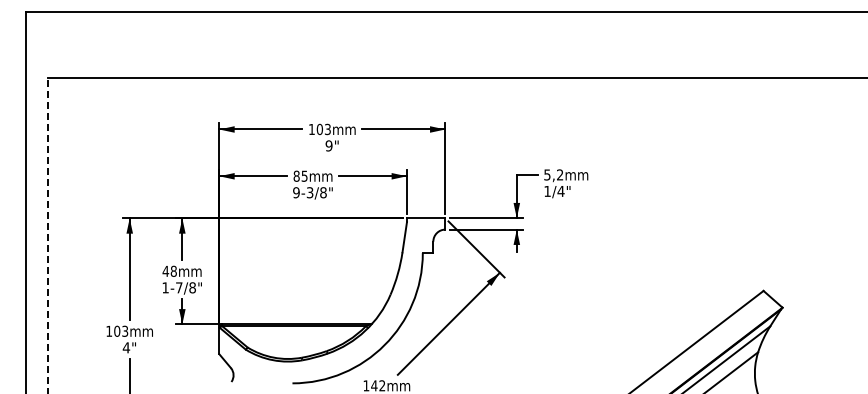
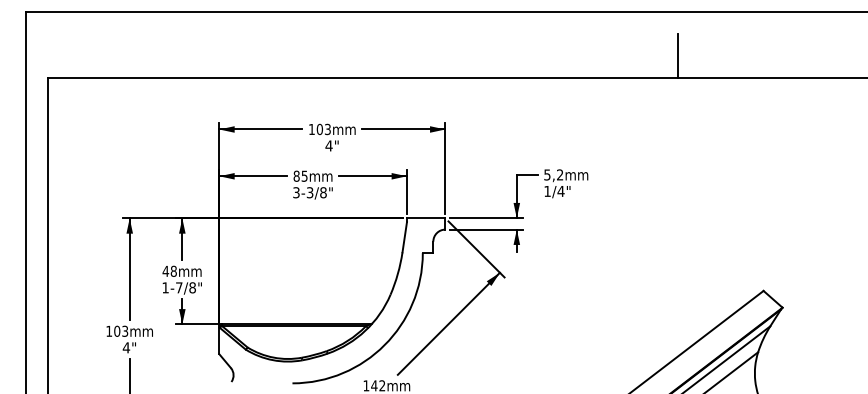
line at (678, 55): none -> present
text at (328, 145): 9" -> 4"
text at (296, 192): 9-3/8" -> 3-3/8"
line at (47, 235): dashed -> solid
